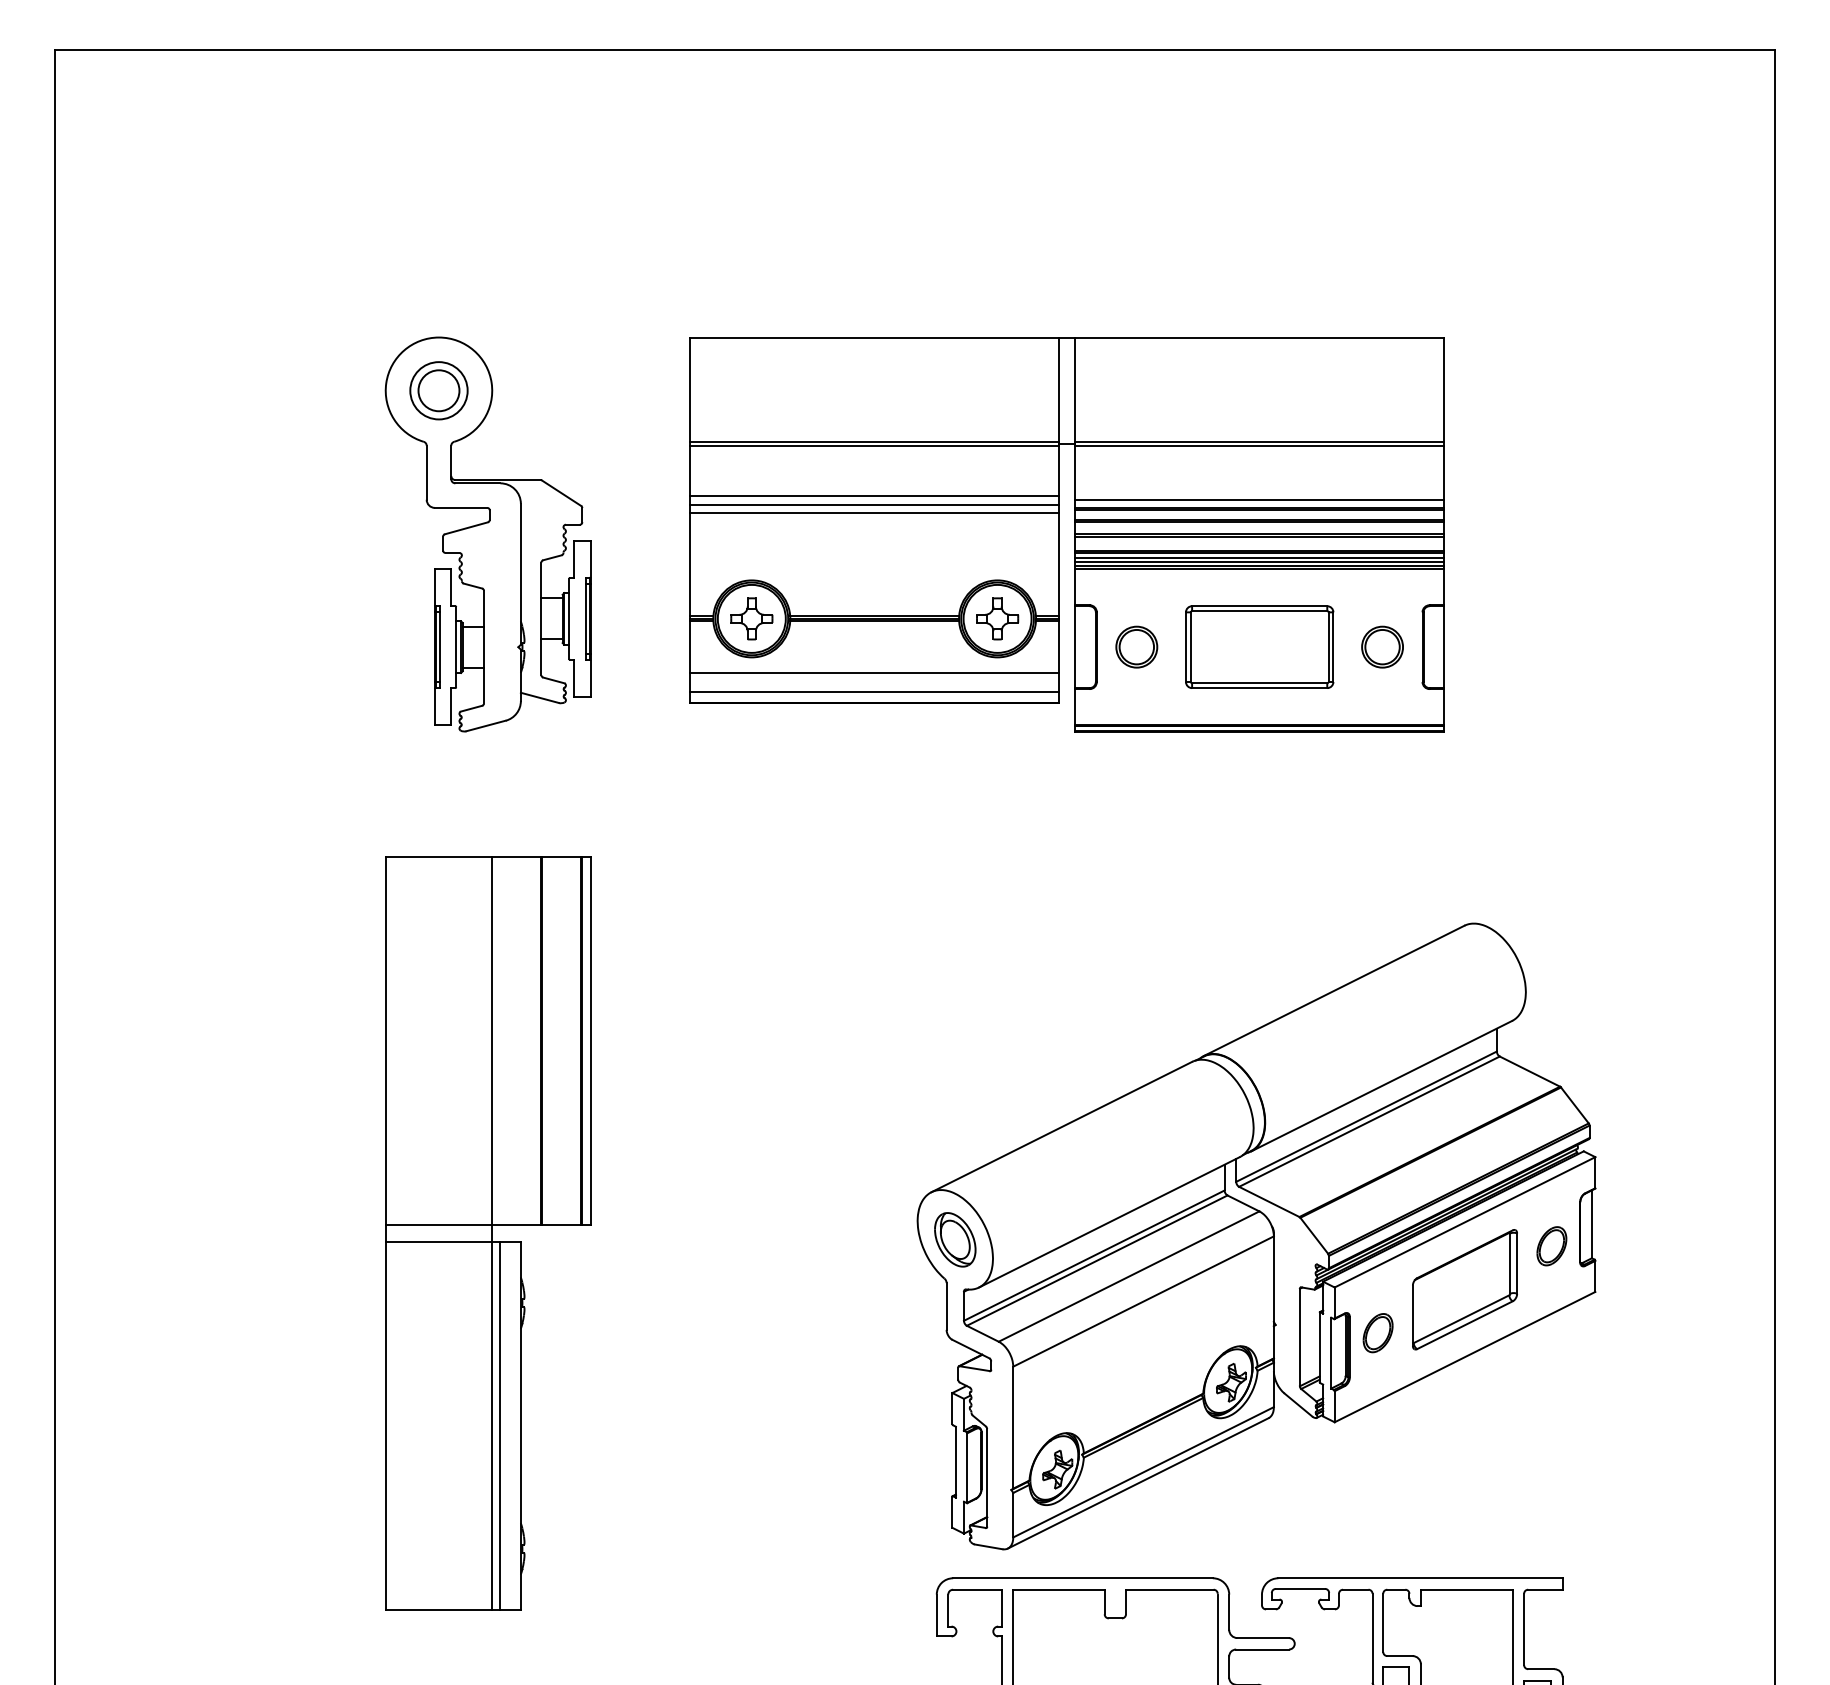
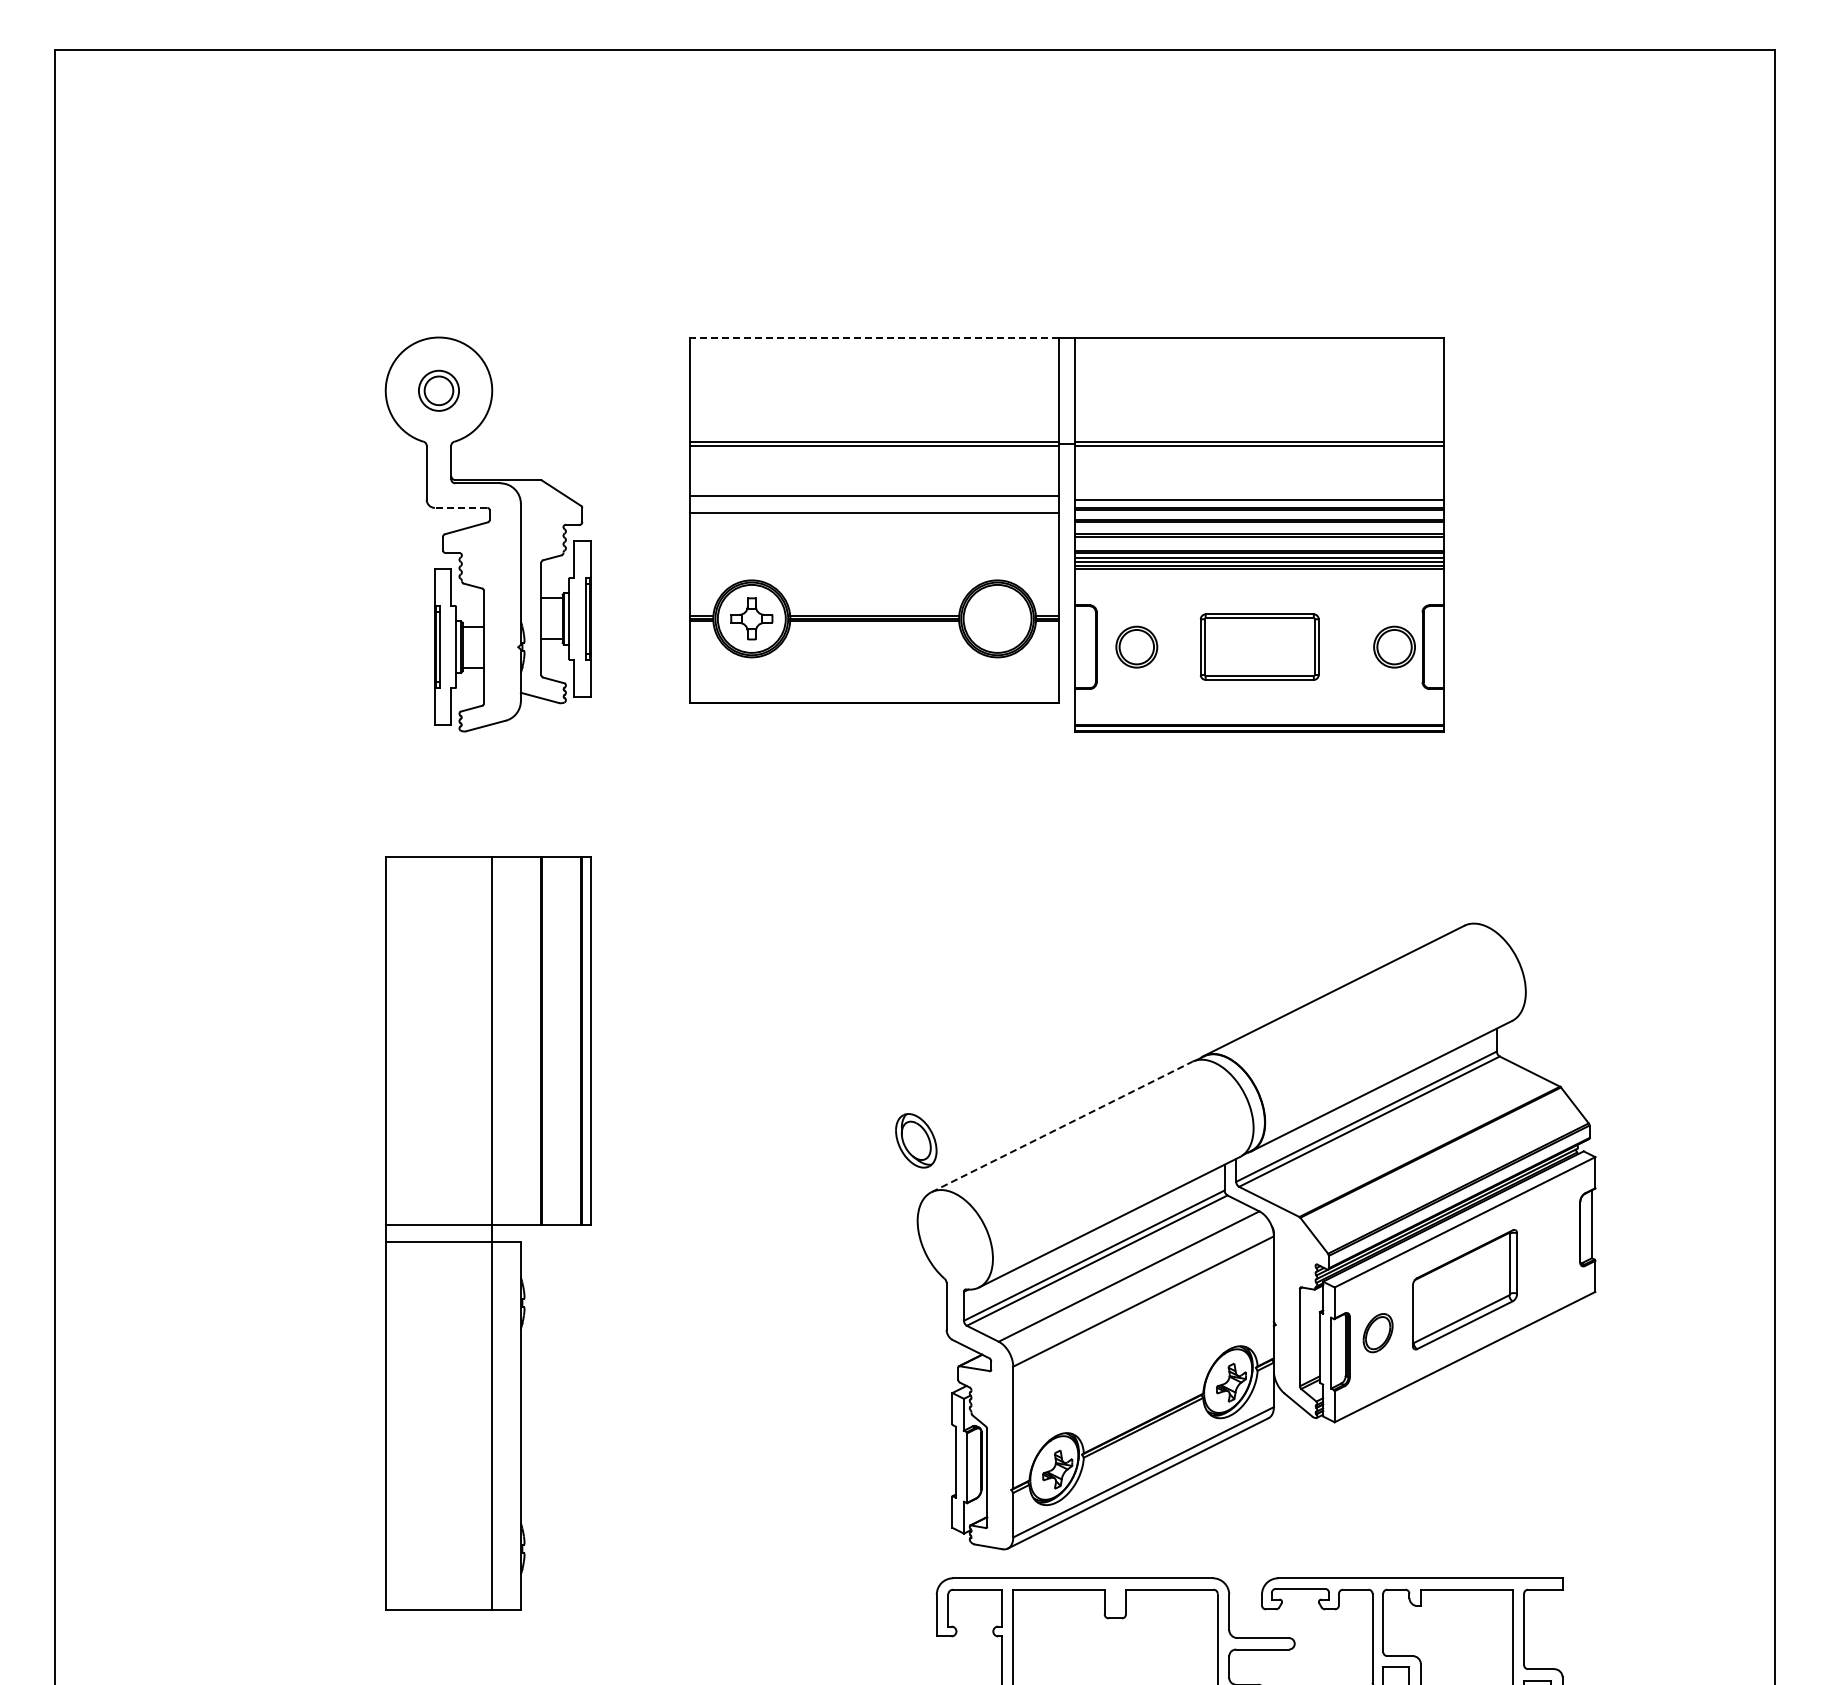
line at (874, 337): solid -> dashed
part at (438, 390) size: 60x60 px -> 42x43 px
line at (874, 504): present -> none
line at (460, 507): solid -> dashed
part at (997, 618): present -> none
part at (1259, 646) size: 150x84 px -> 121x68 px
part at (1382, 646) position: (1382, 646) -> (1394, 646)
line at (874, 672): present -> none
line at (874, 692): present -> none
line at (1061, 1127): solid -> dashed
part at (955, 1239) position: (955, 1239) -> (916, 1140)
part at (1551, 1246): present -> none
line at (500, 1425): present -> none
